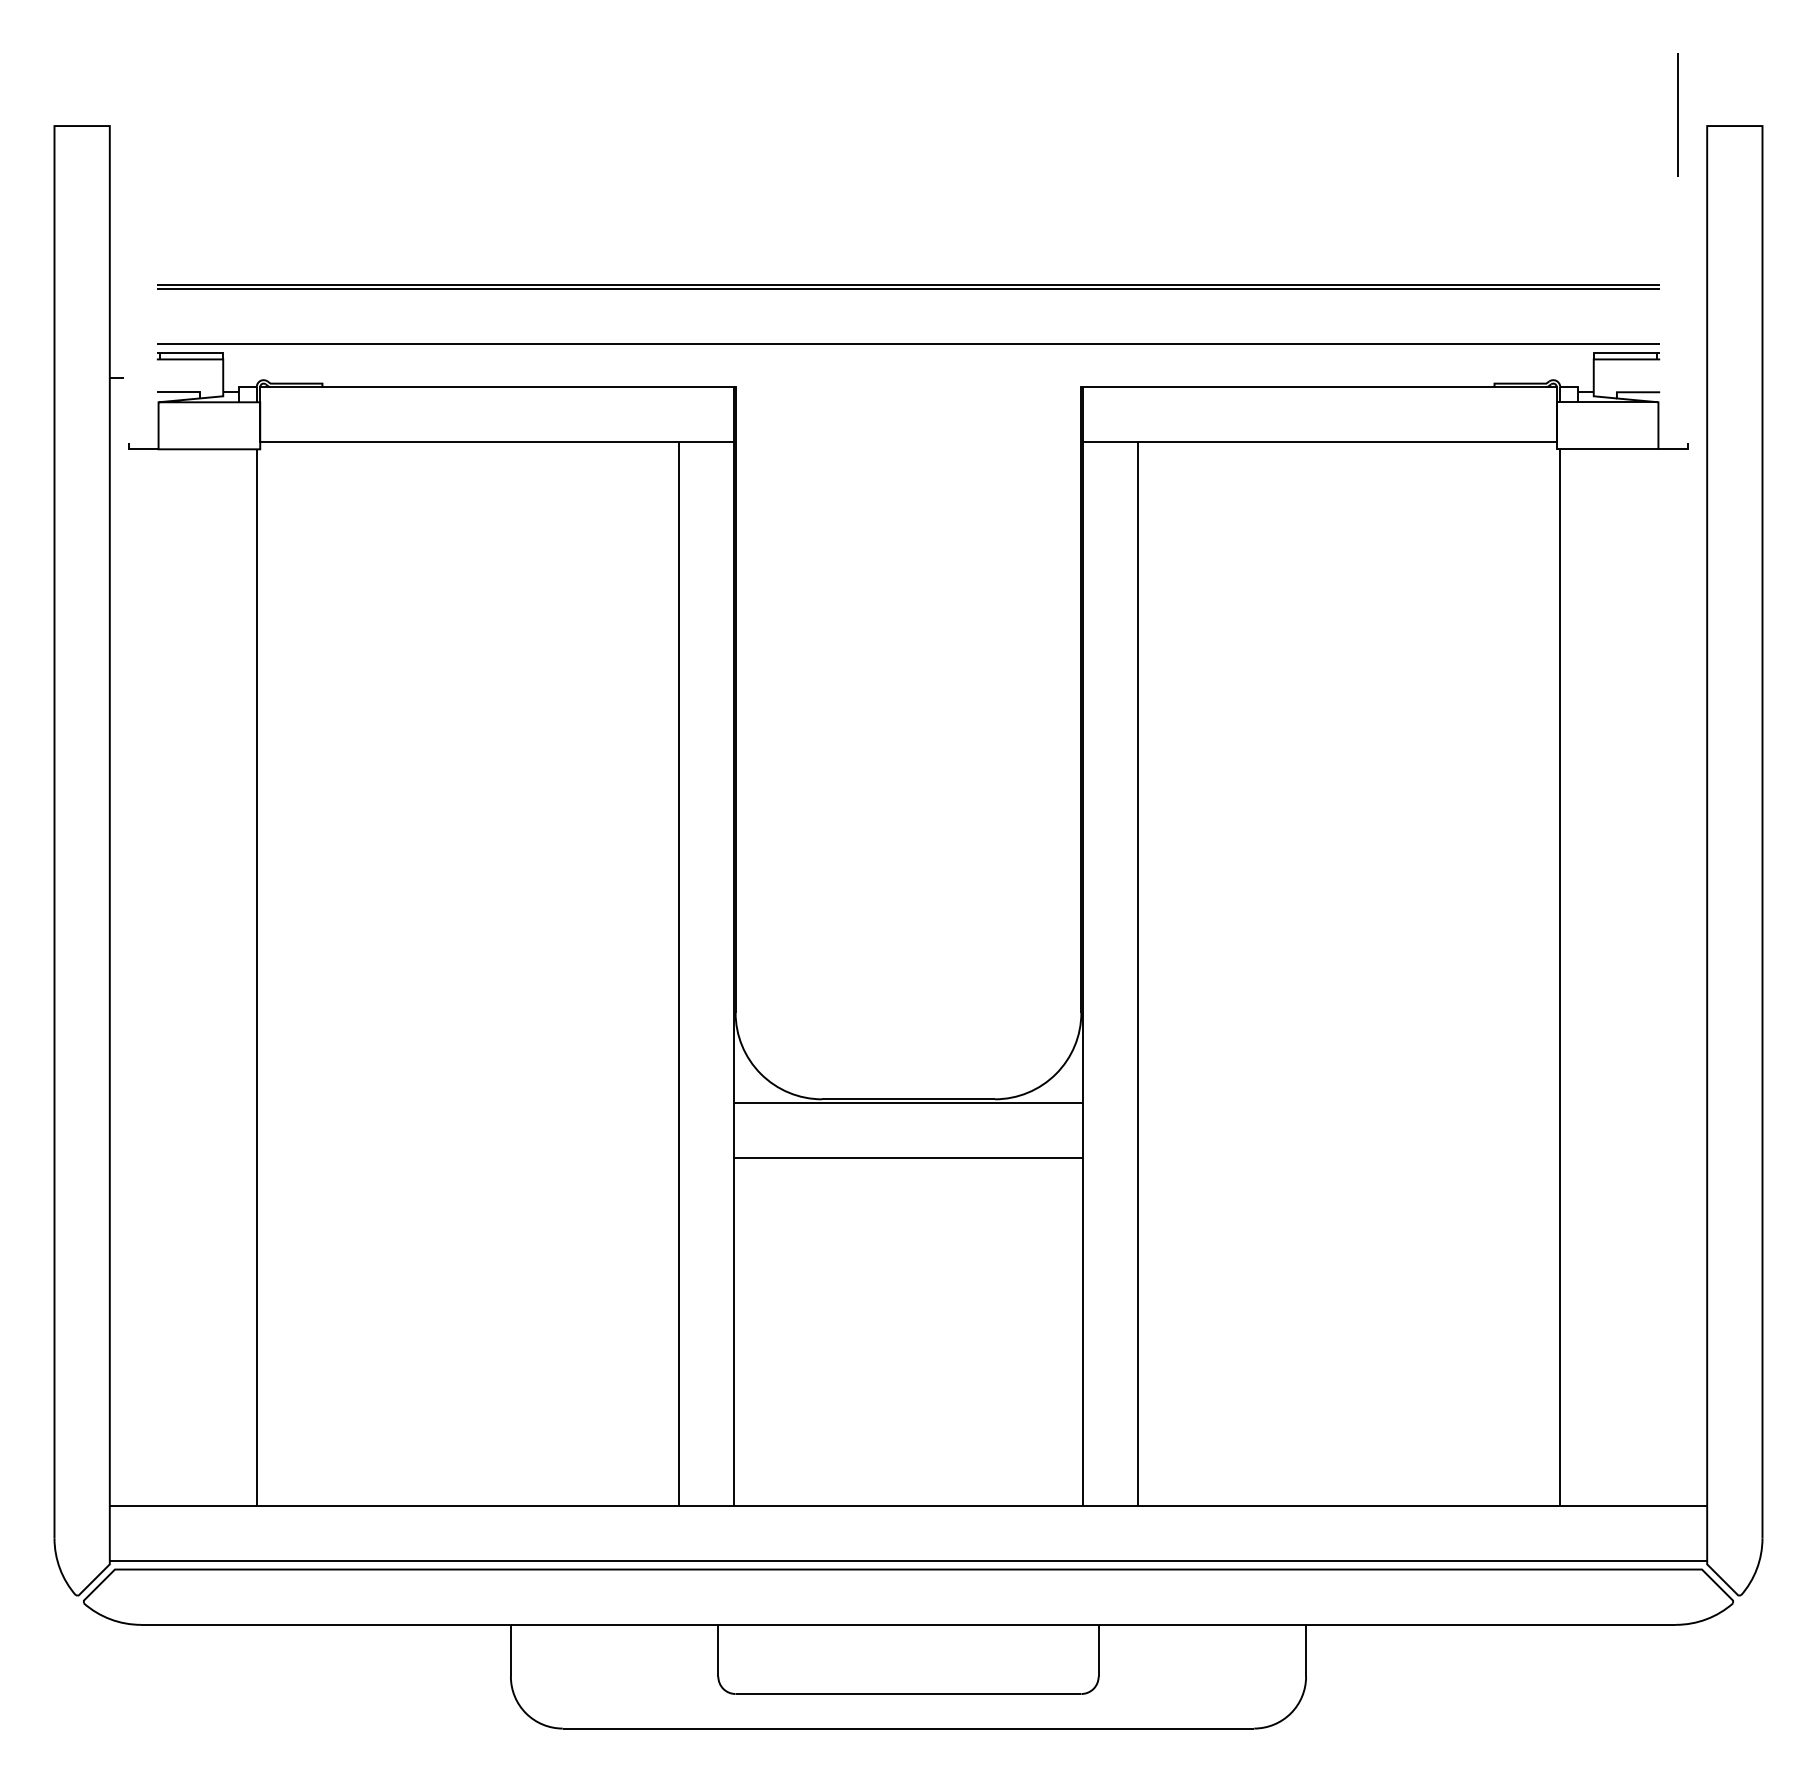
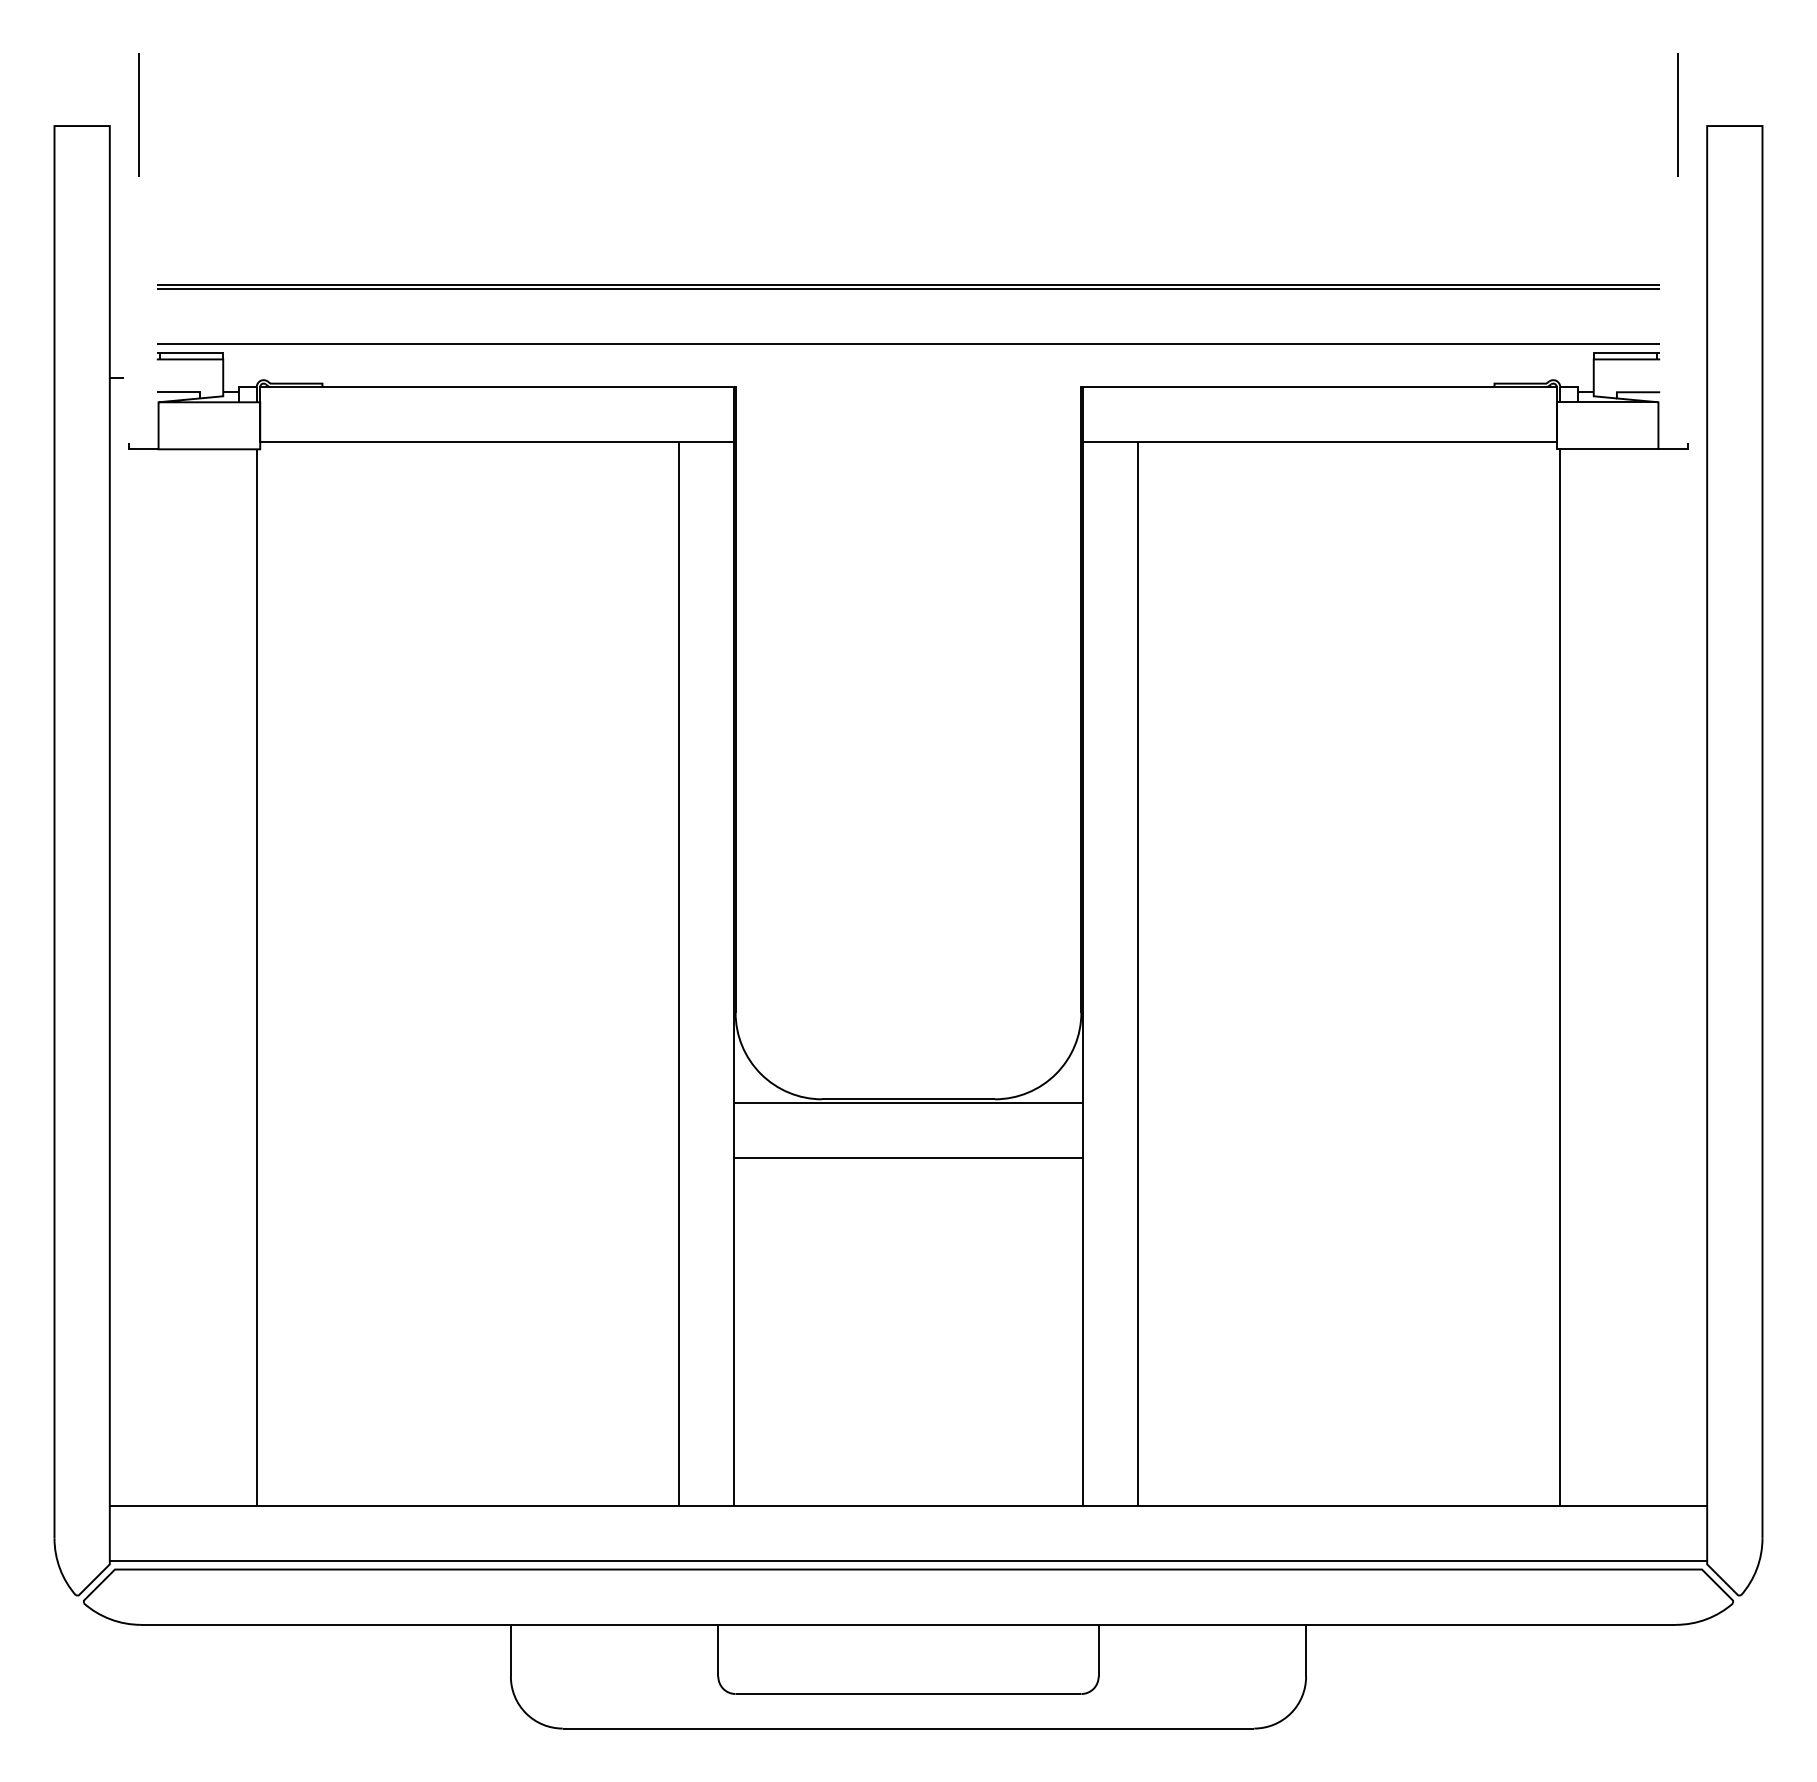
line at (138, 114): none -> present
